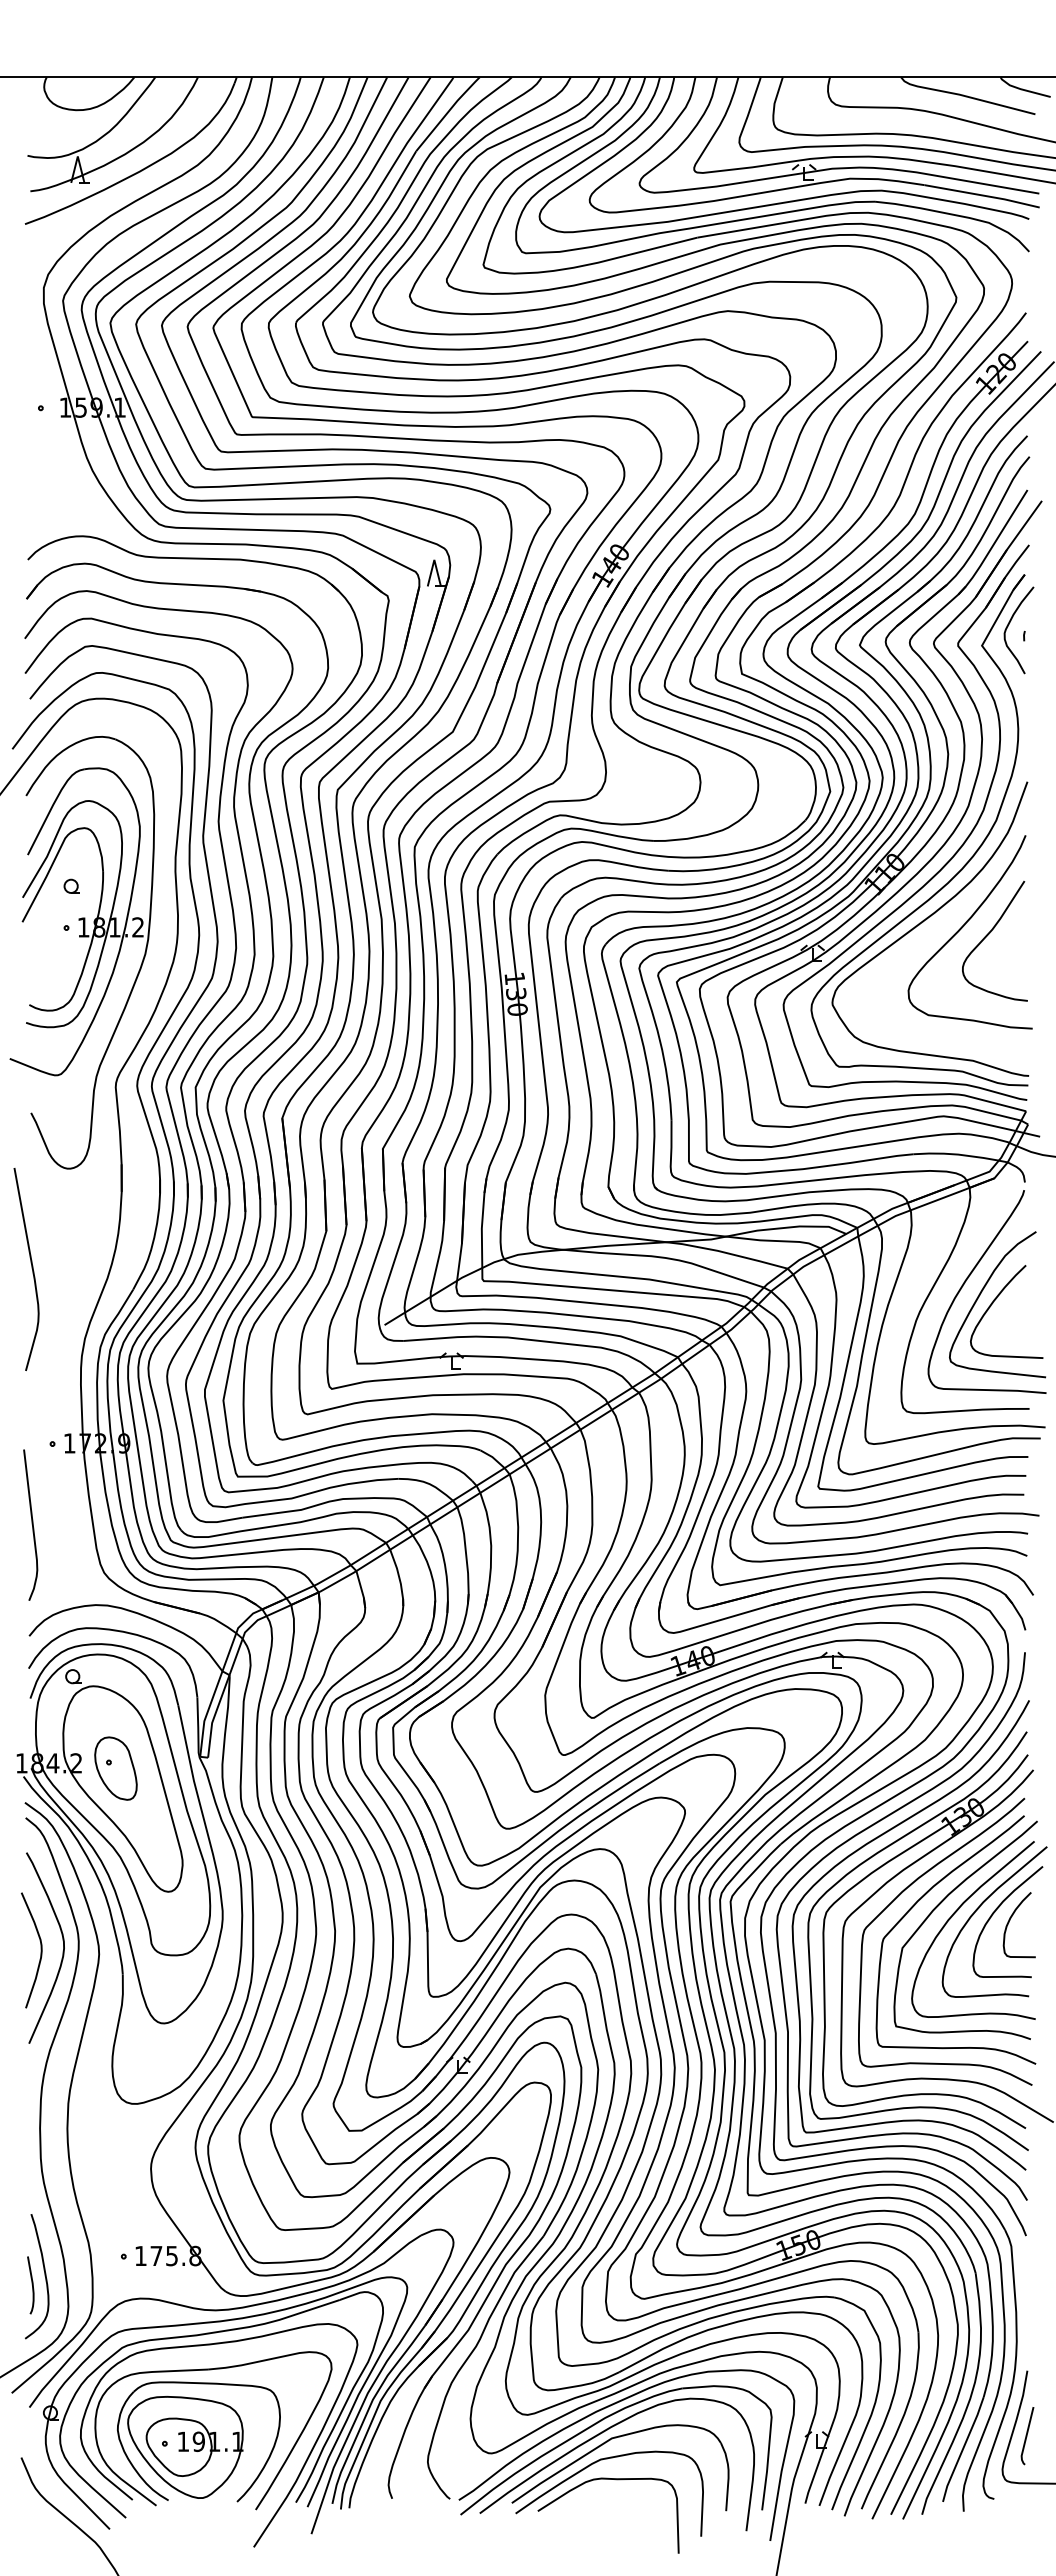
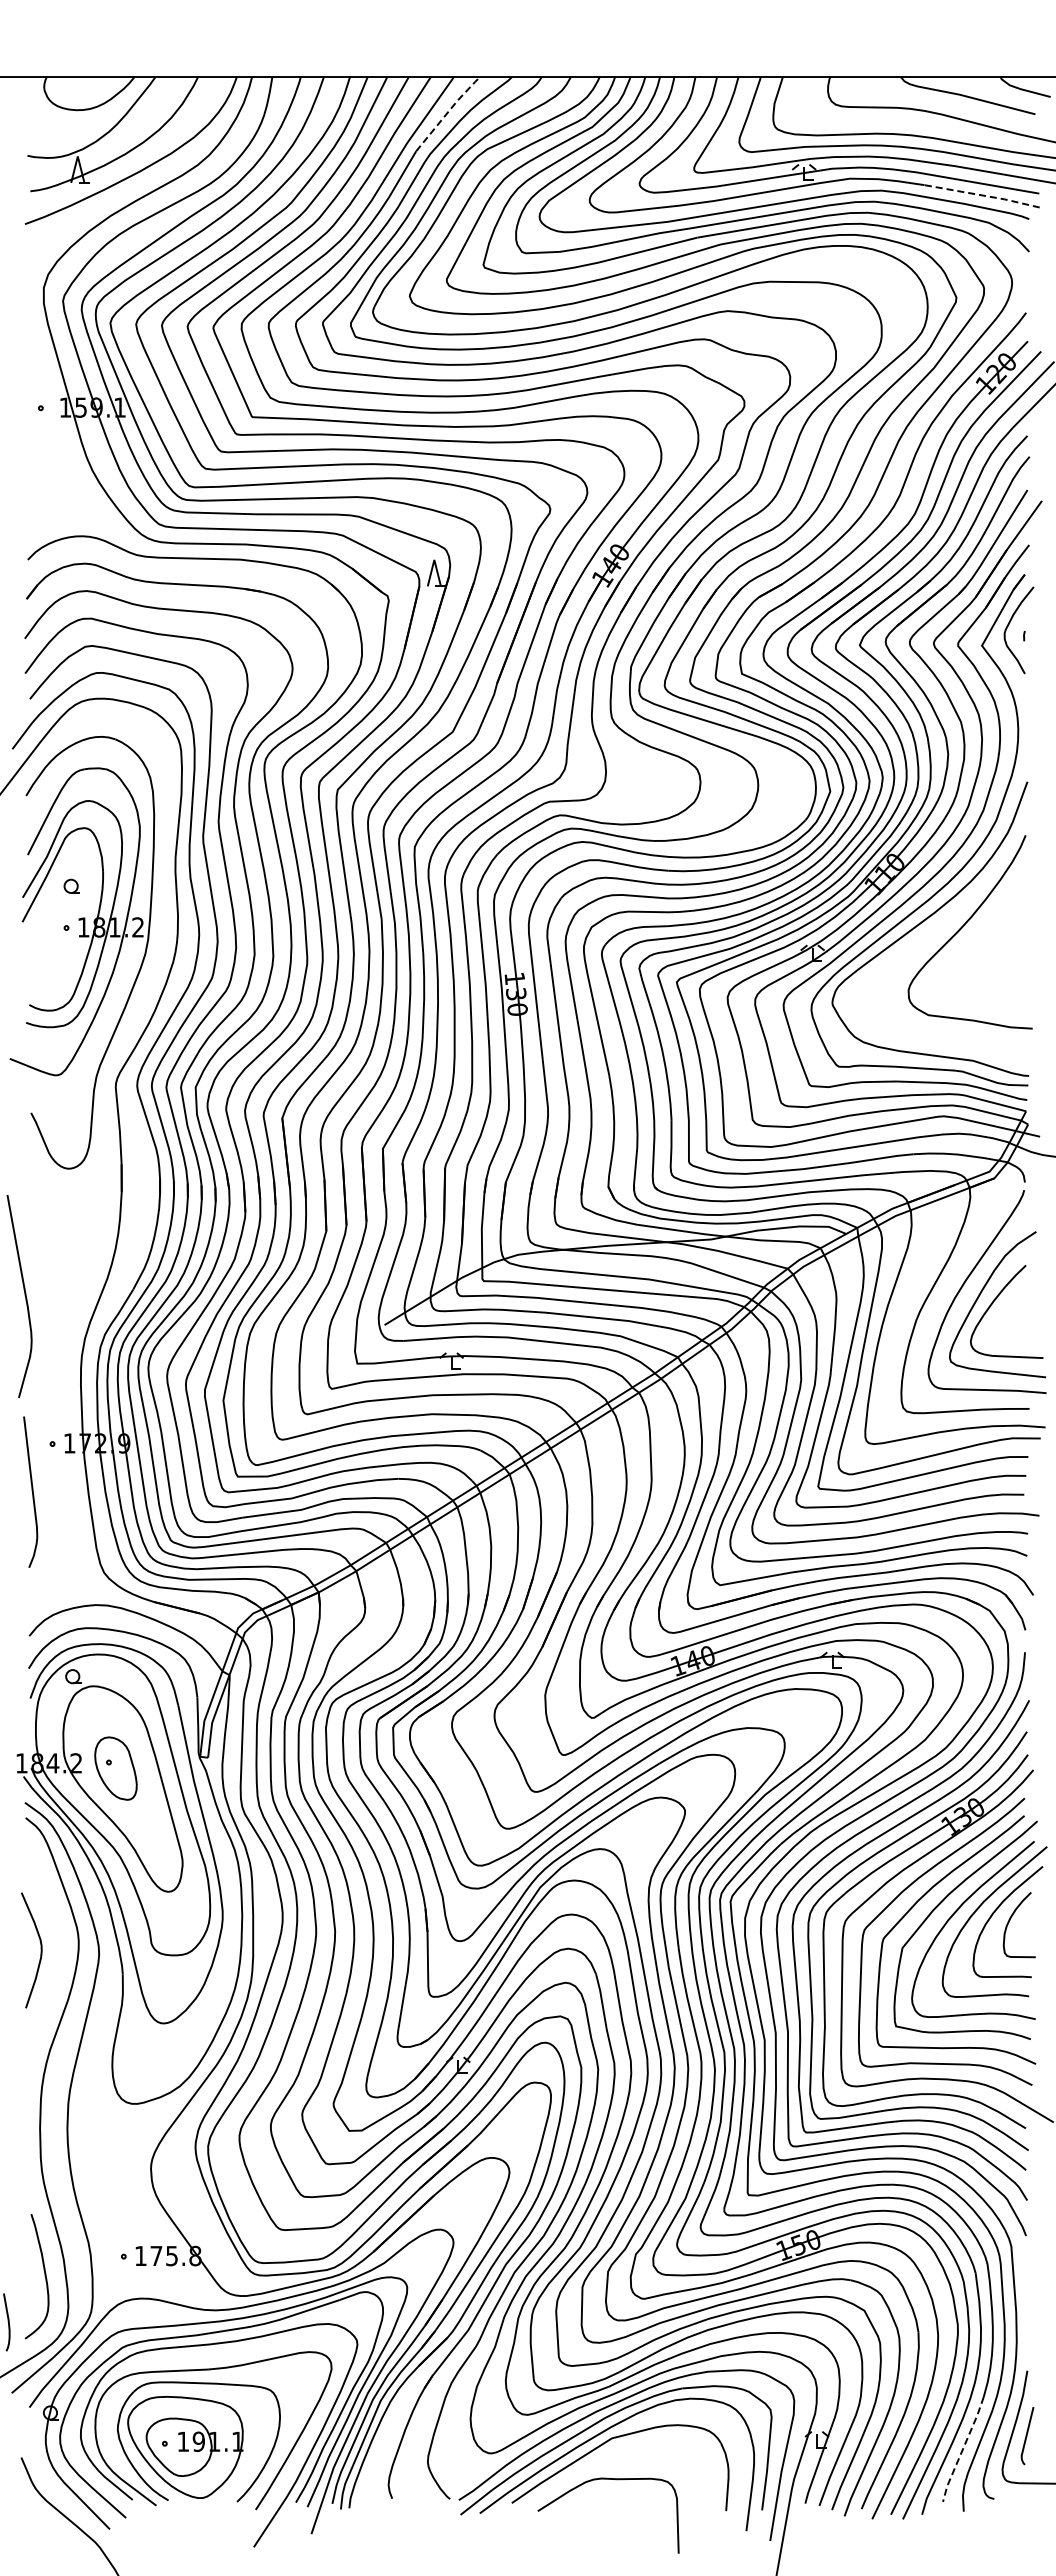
line at (448, 112): solid -> dashed
line at (982, 195): solid -> dashed
curve at (989, 934): present -> none
curve at (31, 1268) position: (31, 1268) -> (24, 1295)
curve at (31, 1524) position: (31, 1524) -> (31, 1491)
curve at (62, 1951): present -> none
curve at (31, 2284) position: (31, 2284) -> (7, 2321)
line at (962, 2449): solid -> dashed
curve at (595, 2463): present -> none
